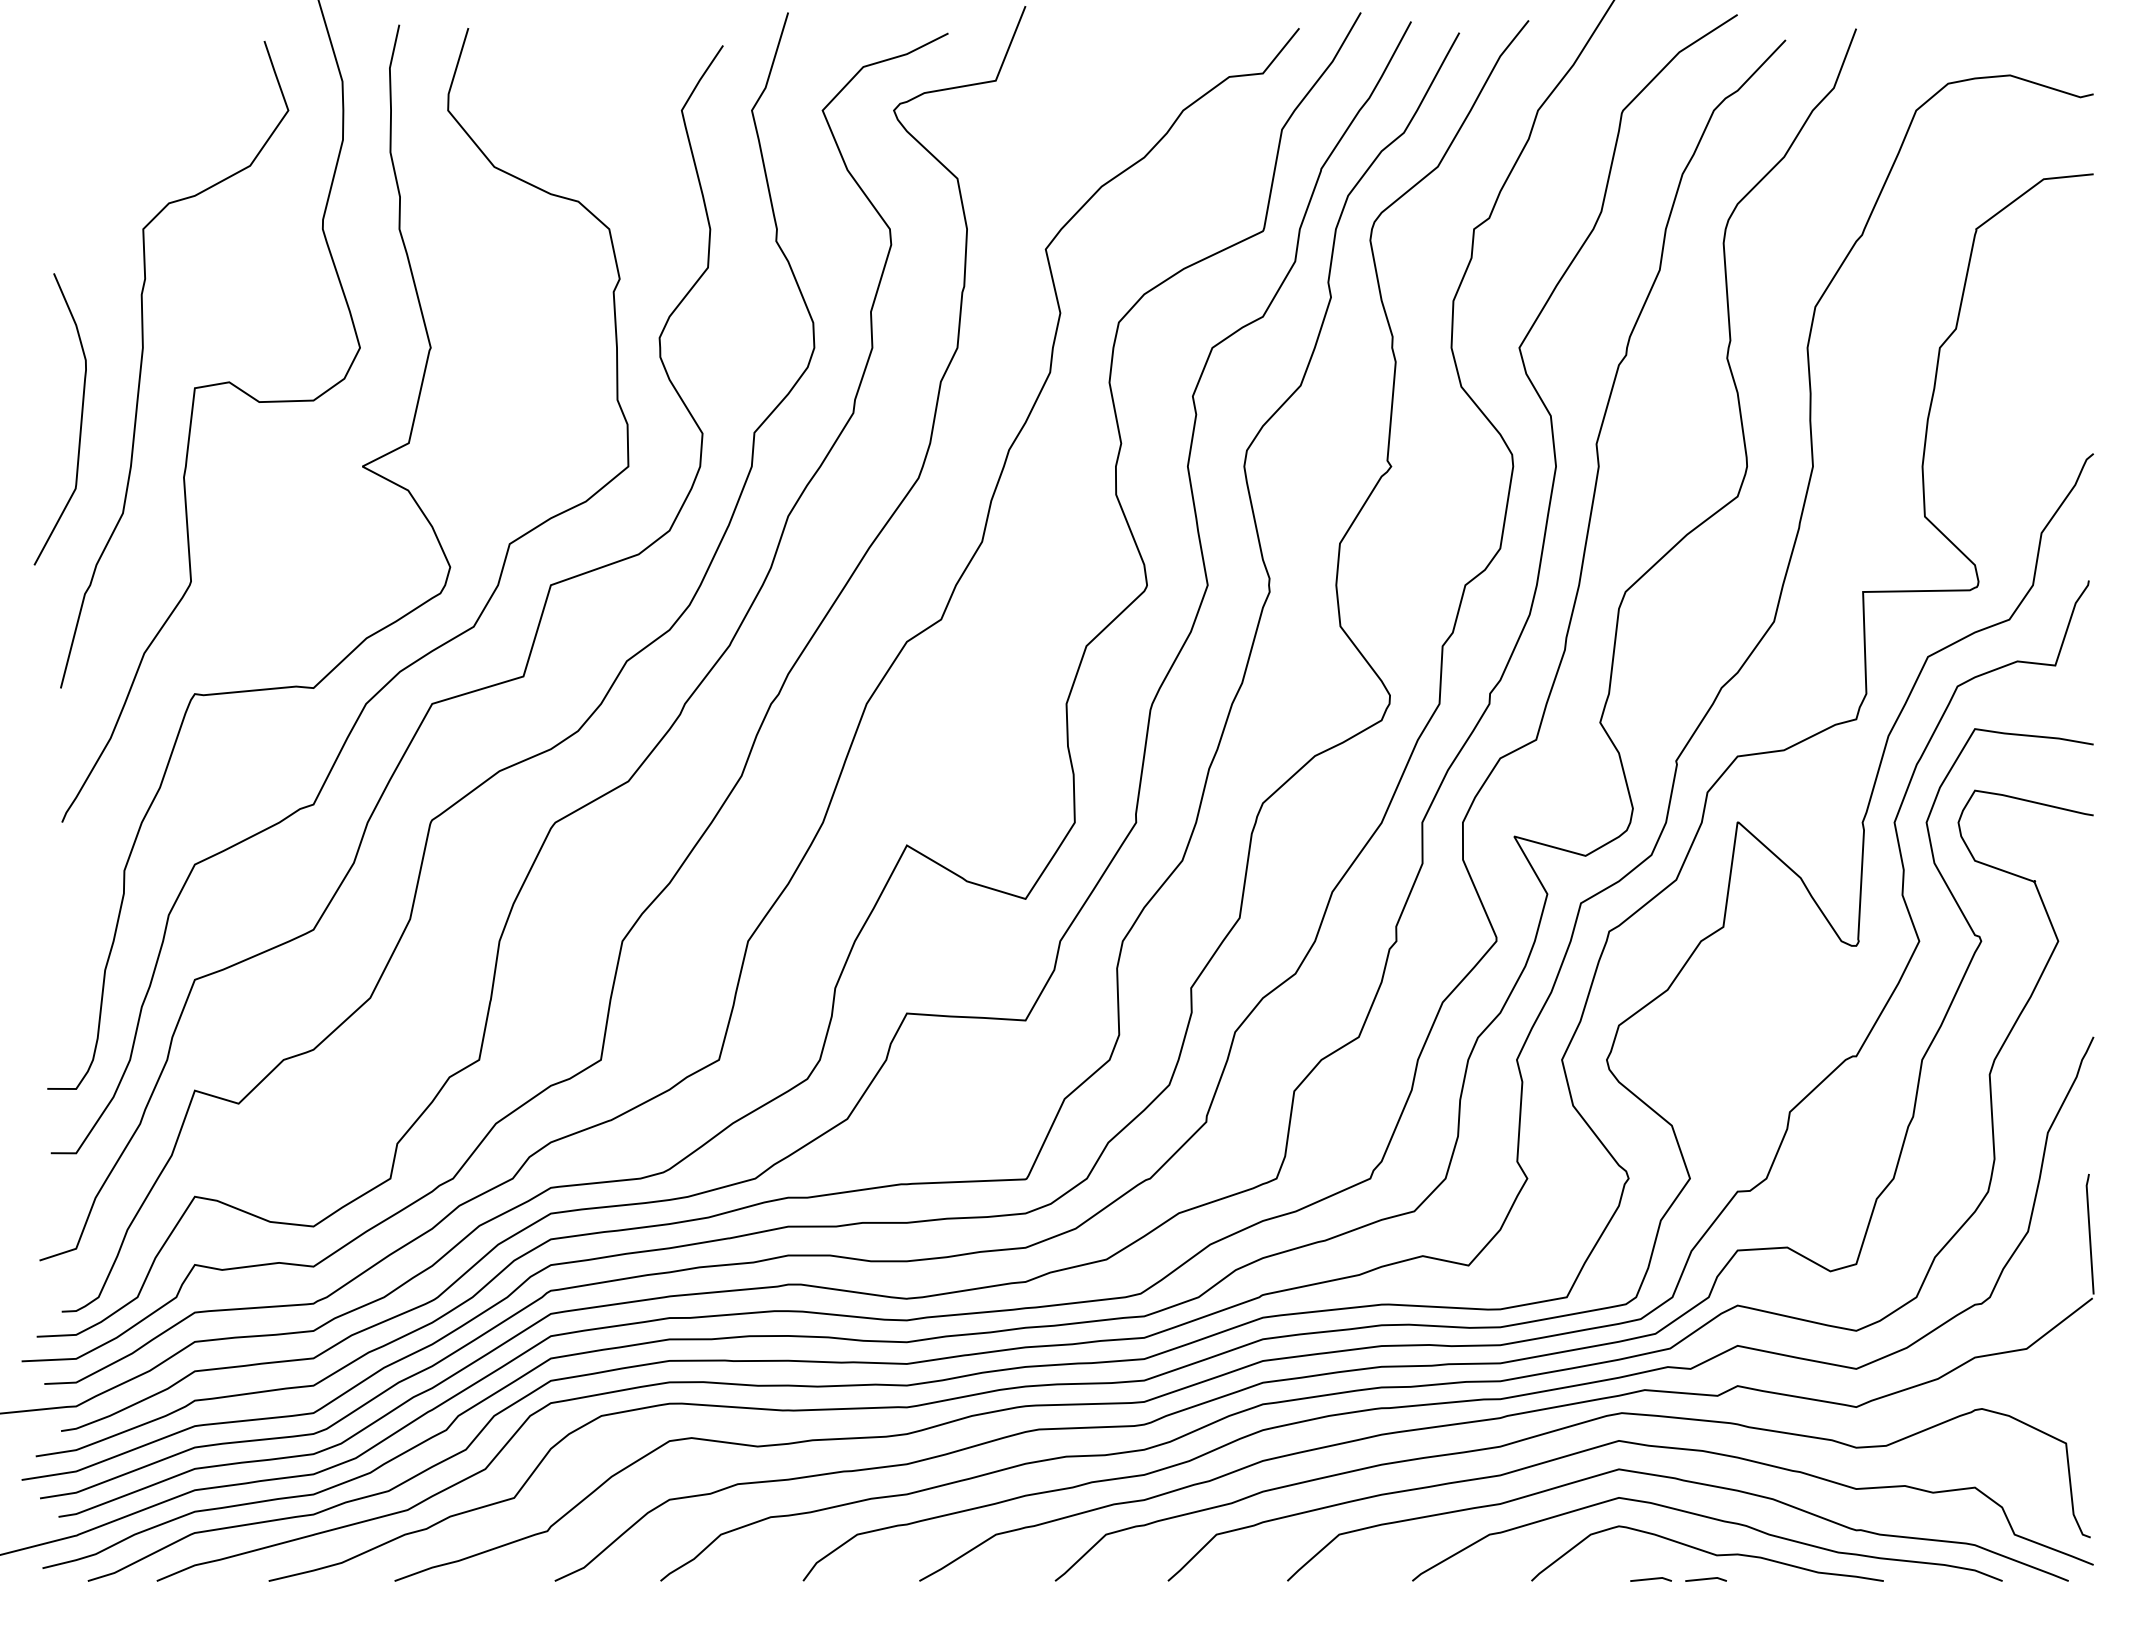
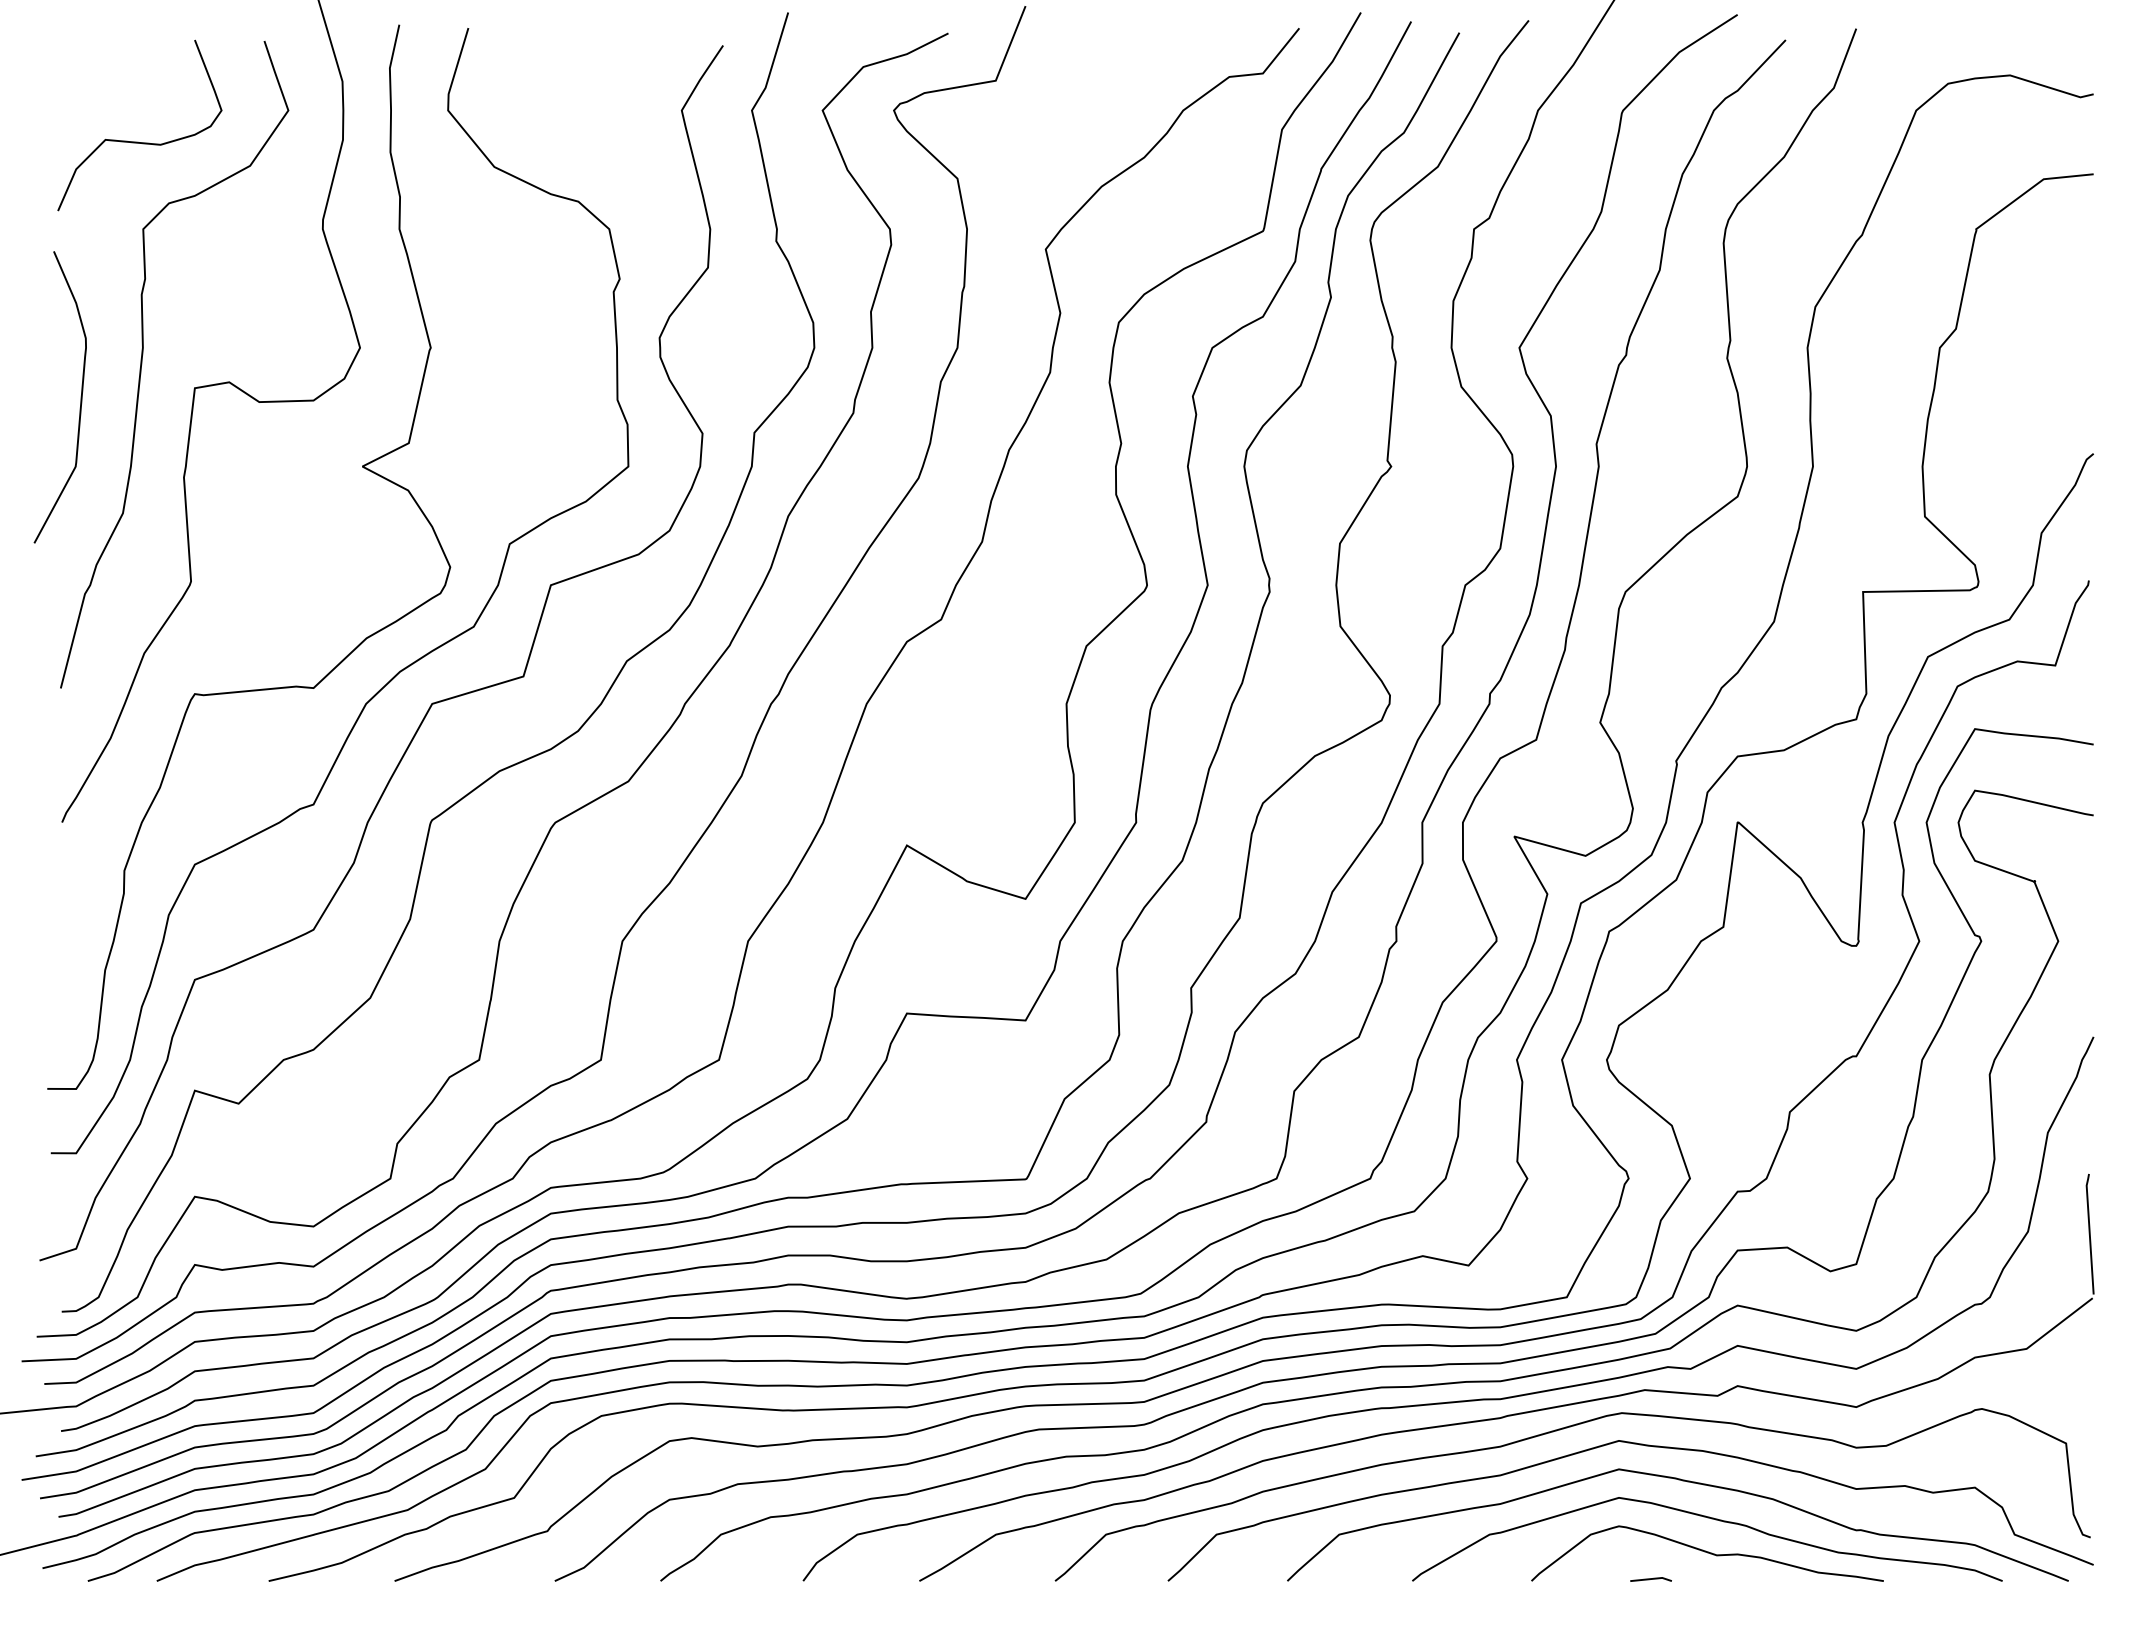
curve at (138, 141): none -> present
curve at (80, 419) position: (80, 419) -> (80, 397)
line at (1705, 1579): present -> none
